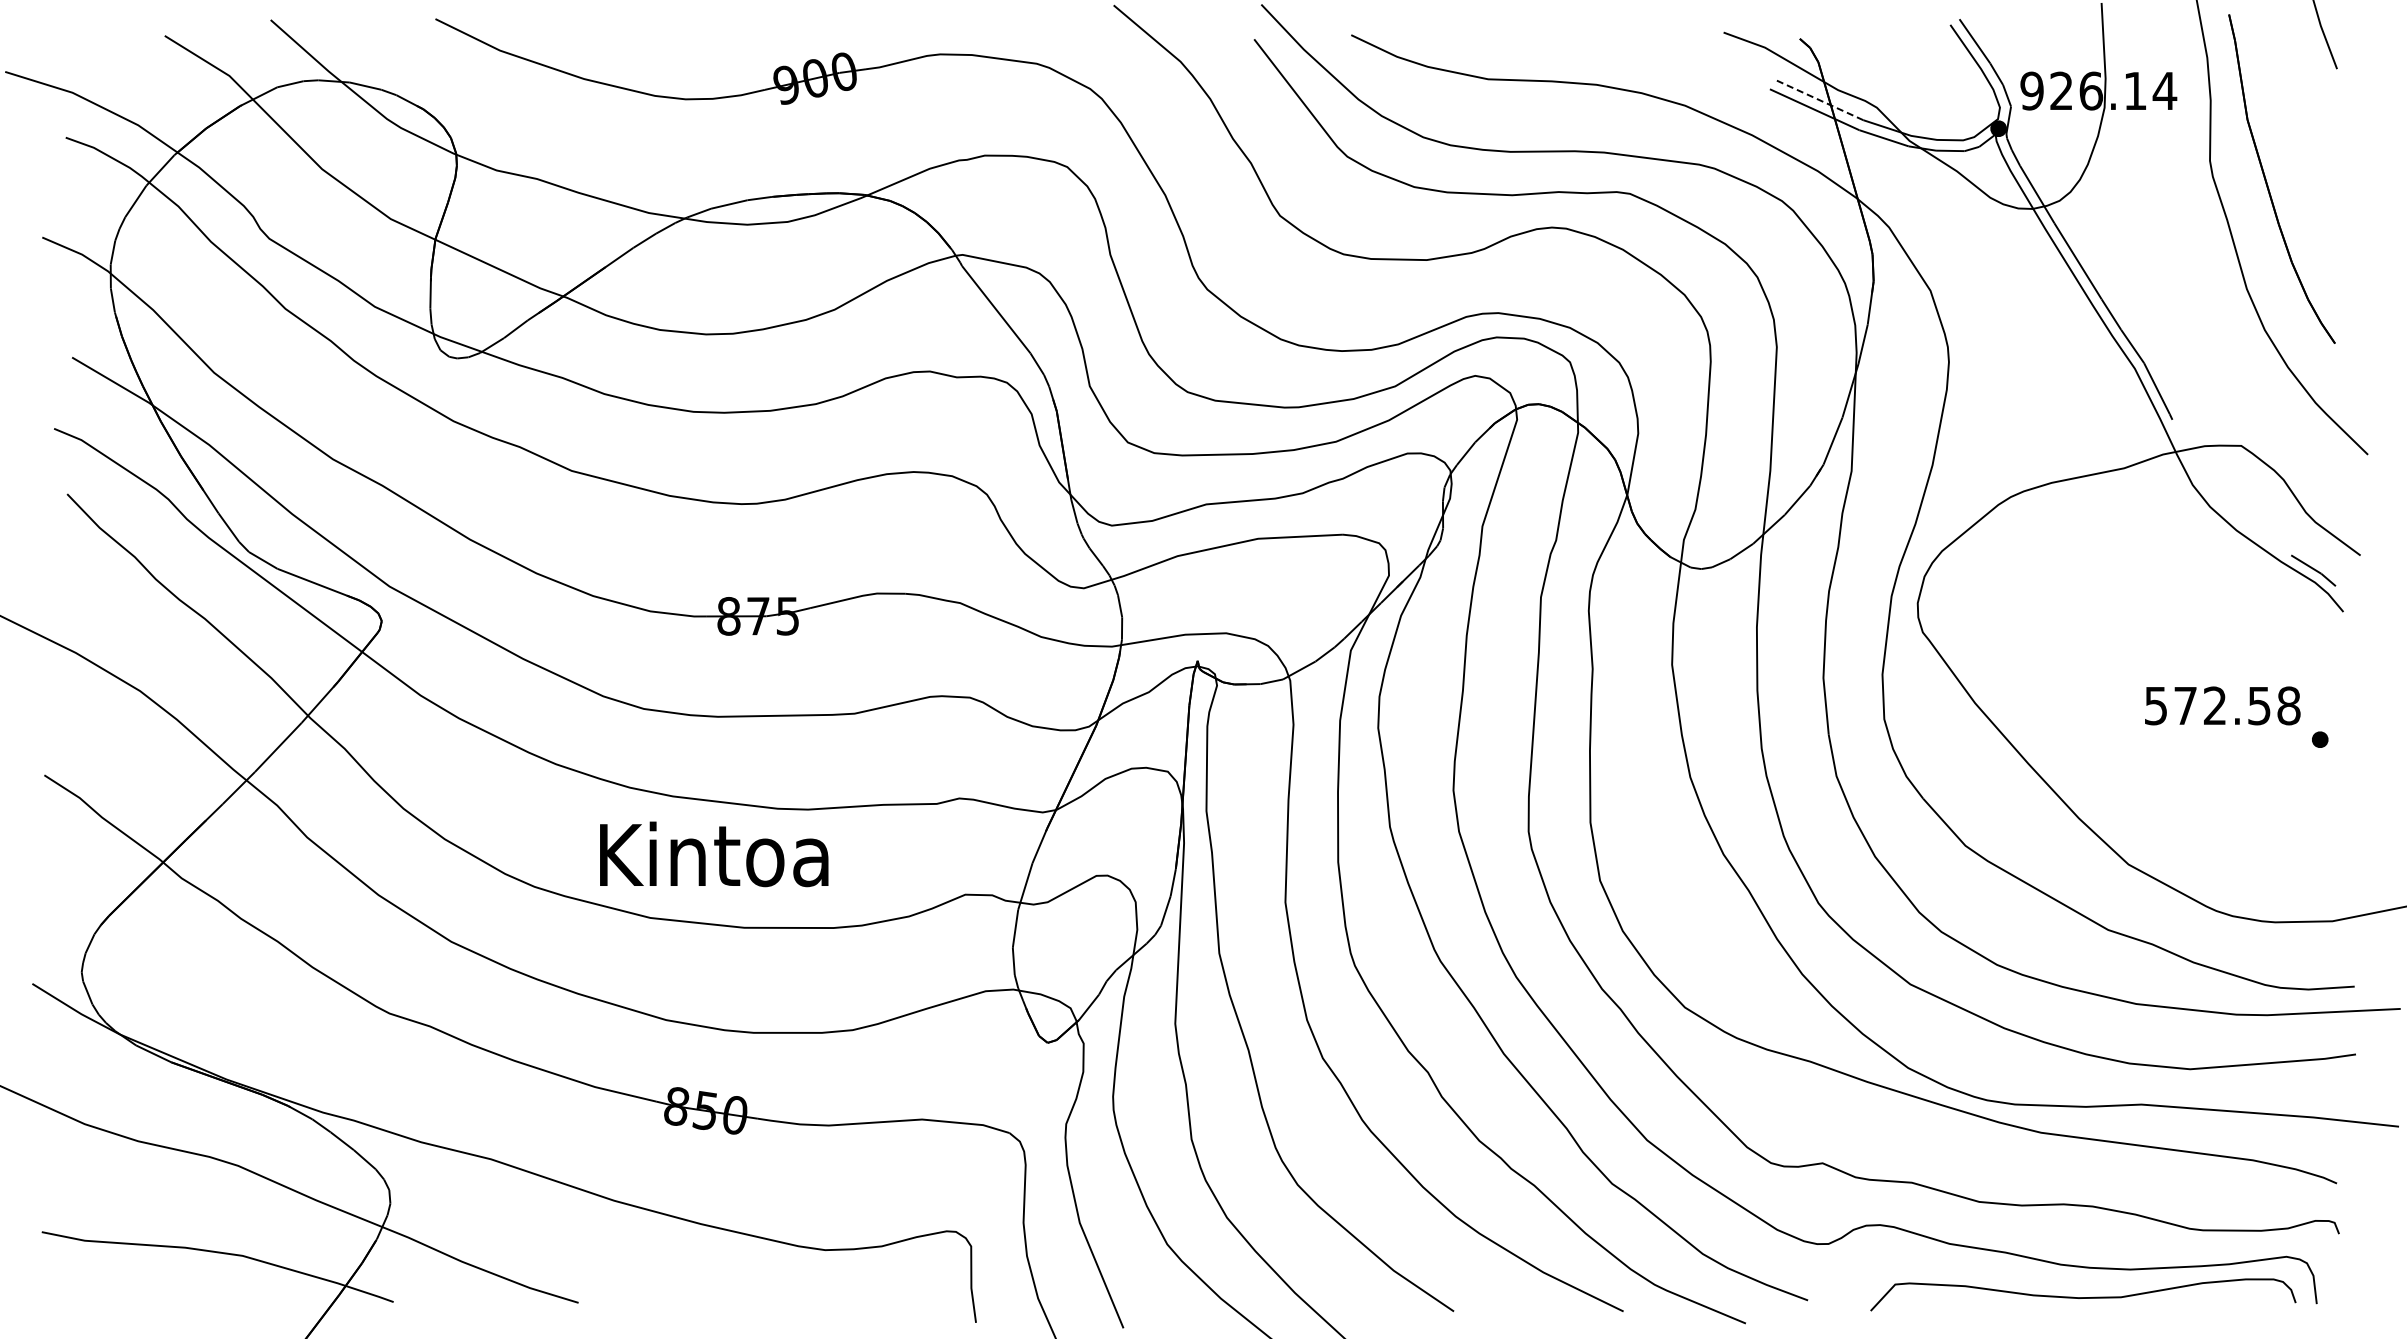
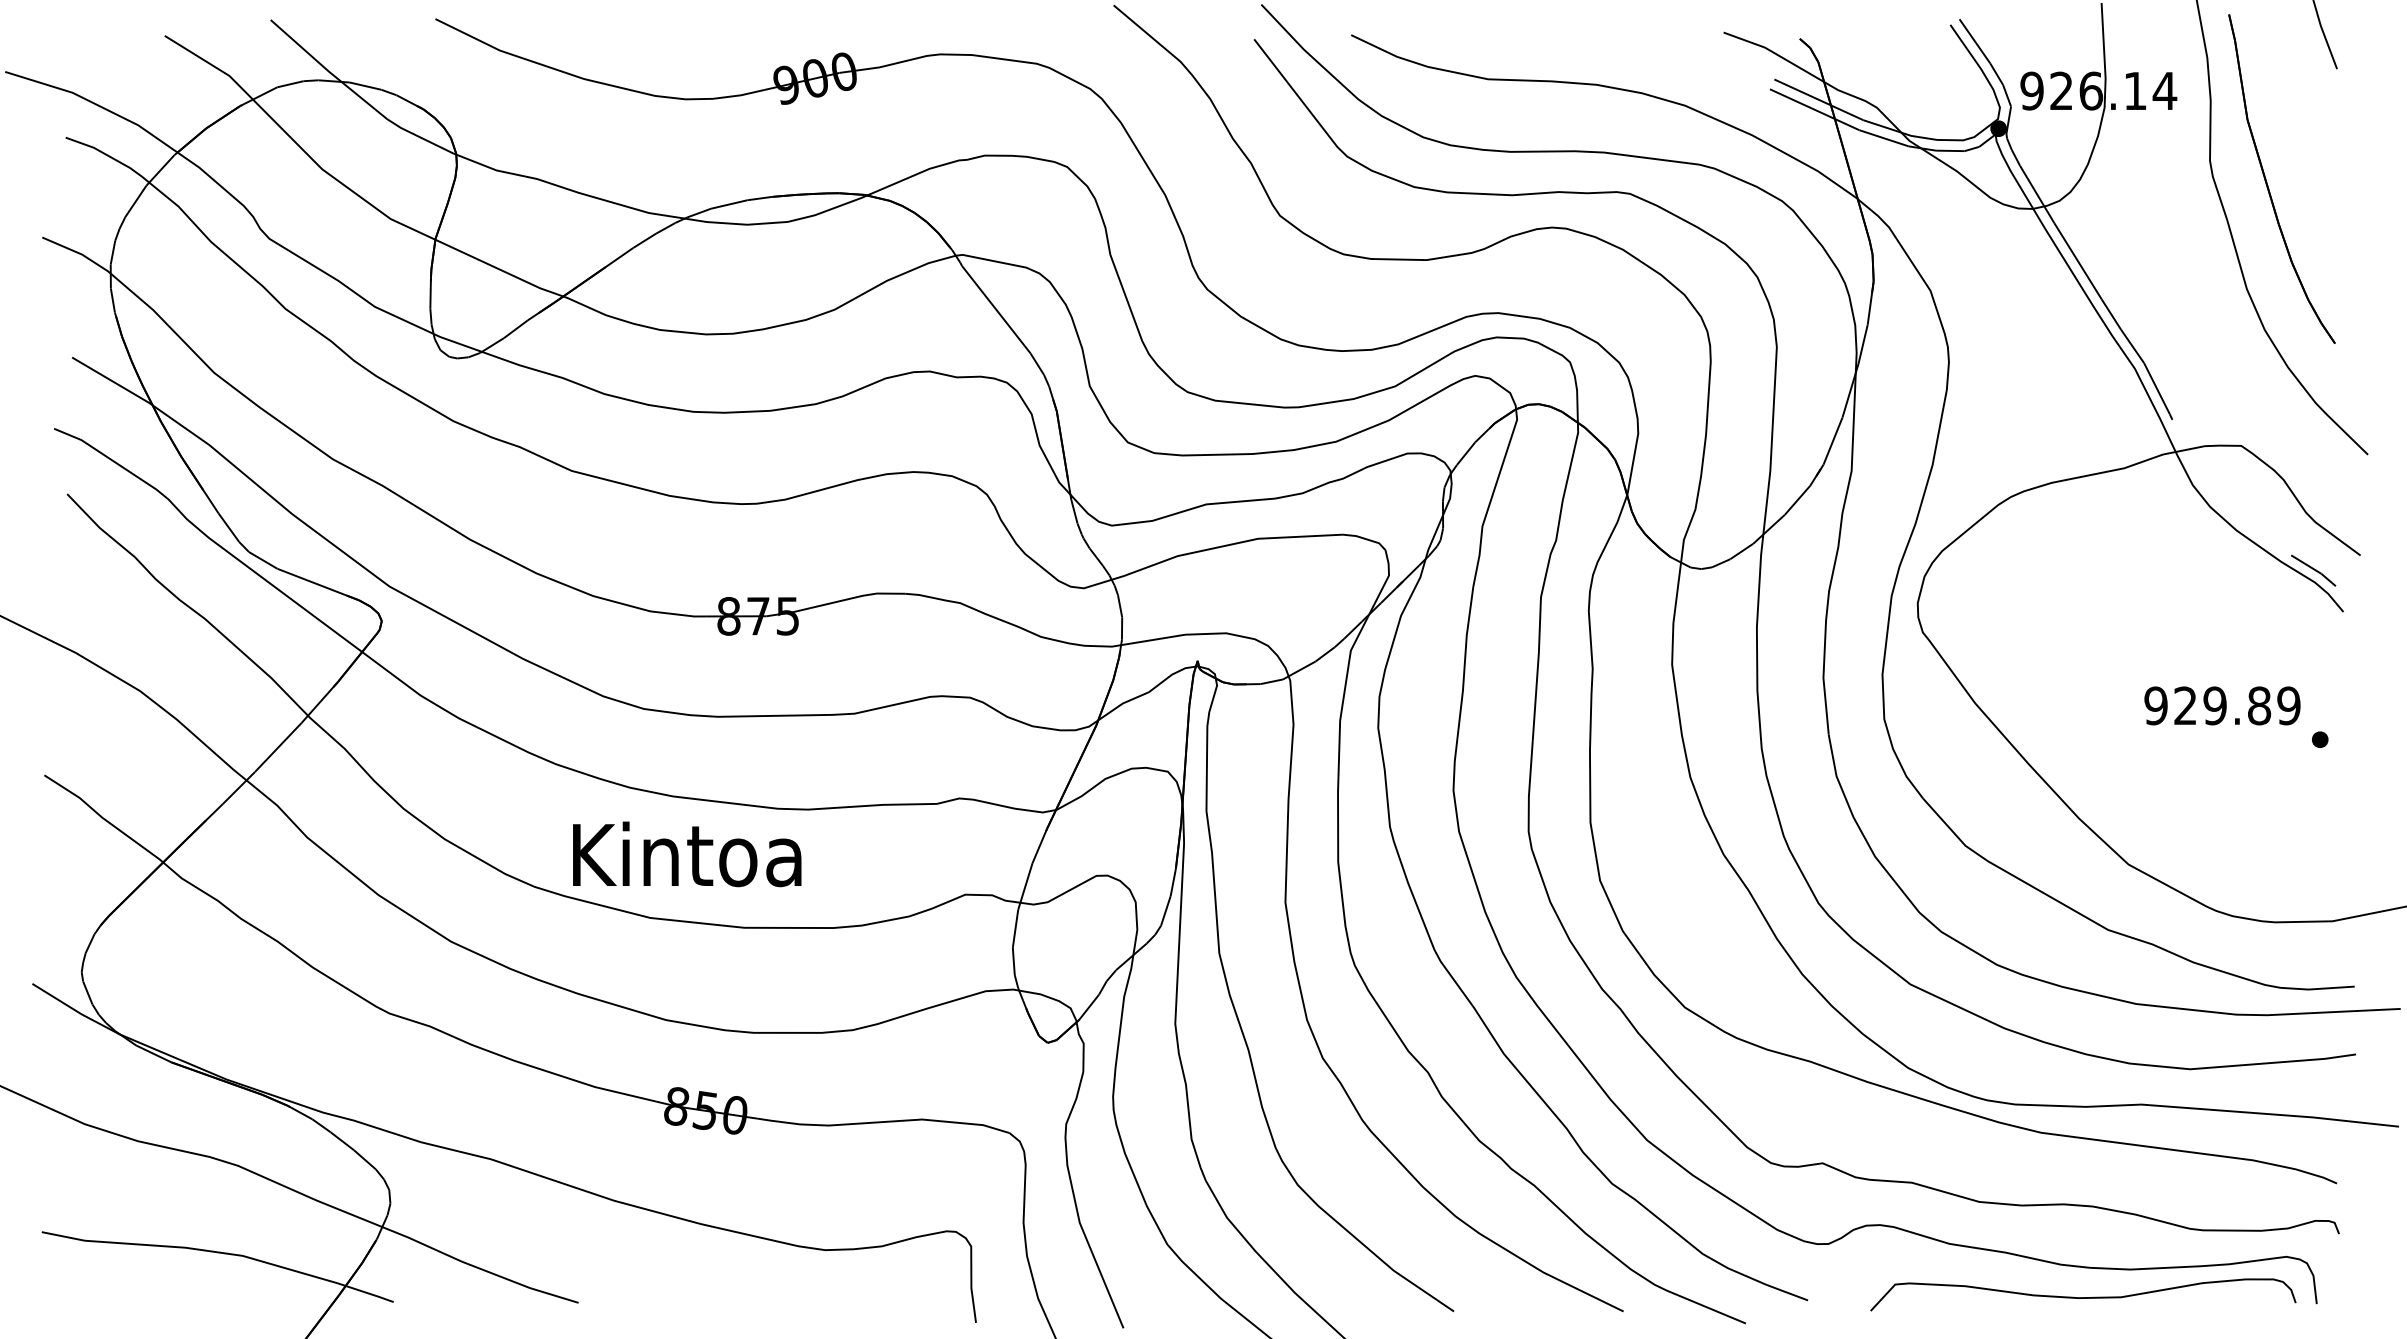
line at (1818, 99): dashed -> solid
text at (2222, 705): 572.58 -> 929.89
text at (714, 854) position: (714, 854) -> (687, 854)
